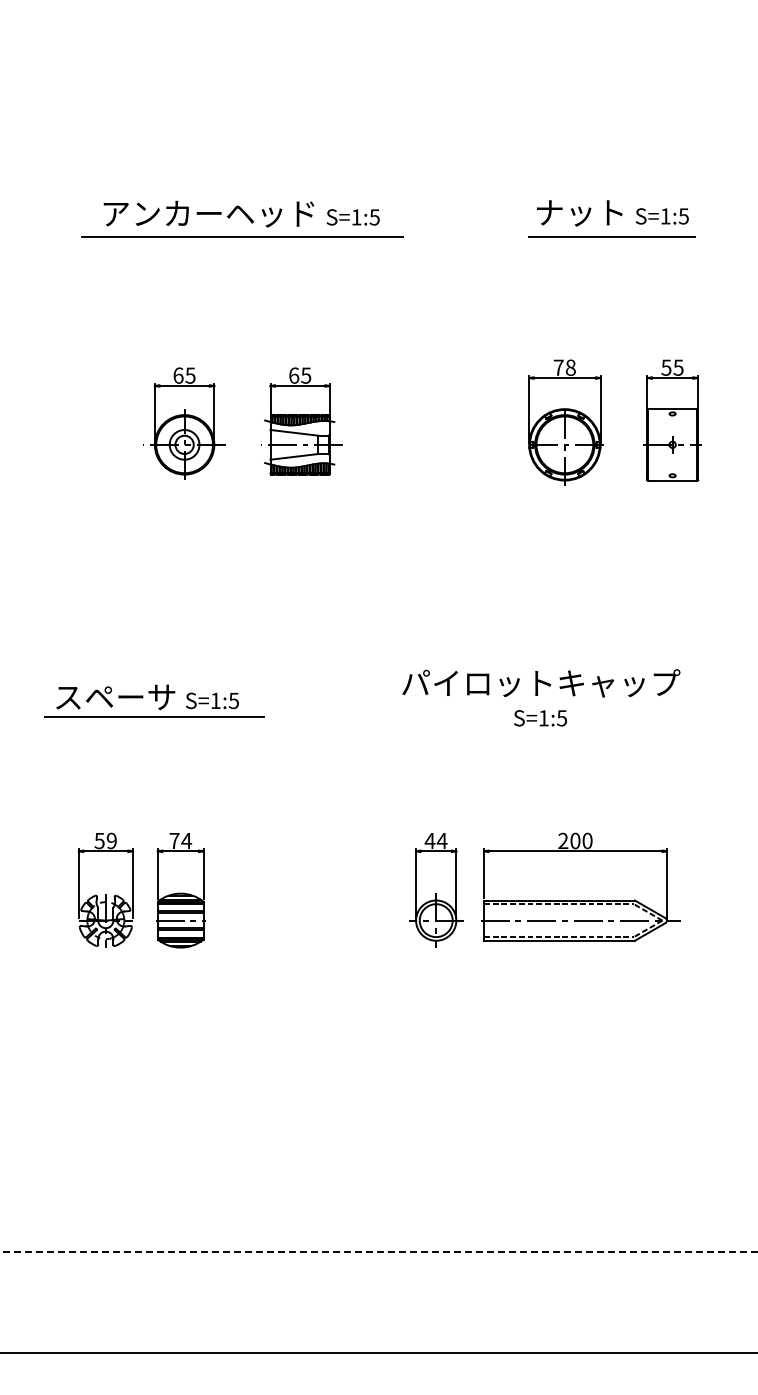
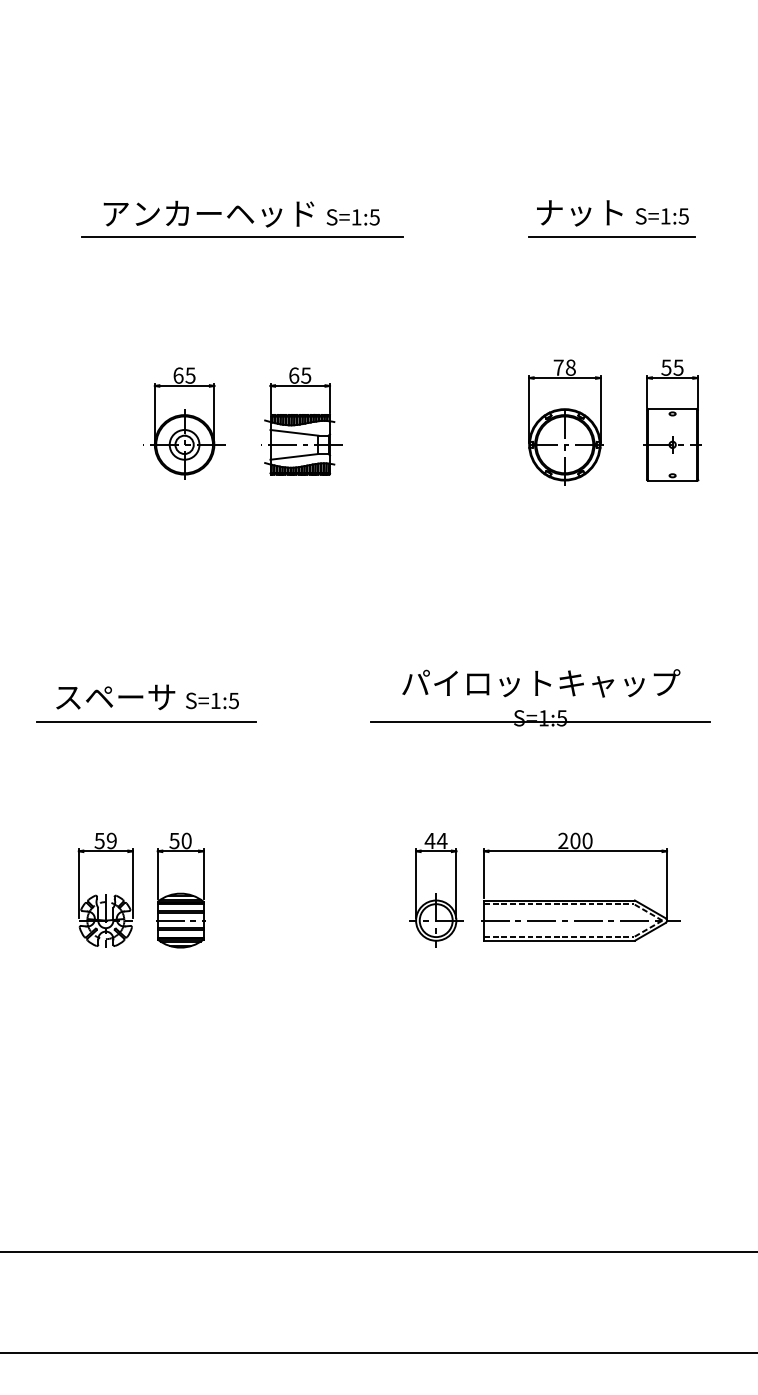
line at (154, 716) position: (154, 716) -> (146, 721)
line at (540, 721): none -> present
text at (180, 840): 74 -> 50
line at (378, 1252): dashed -> solid
